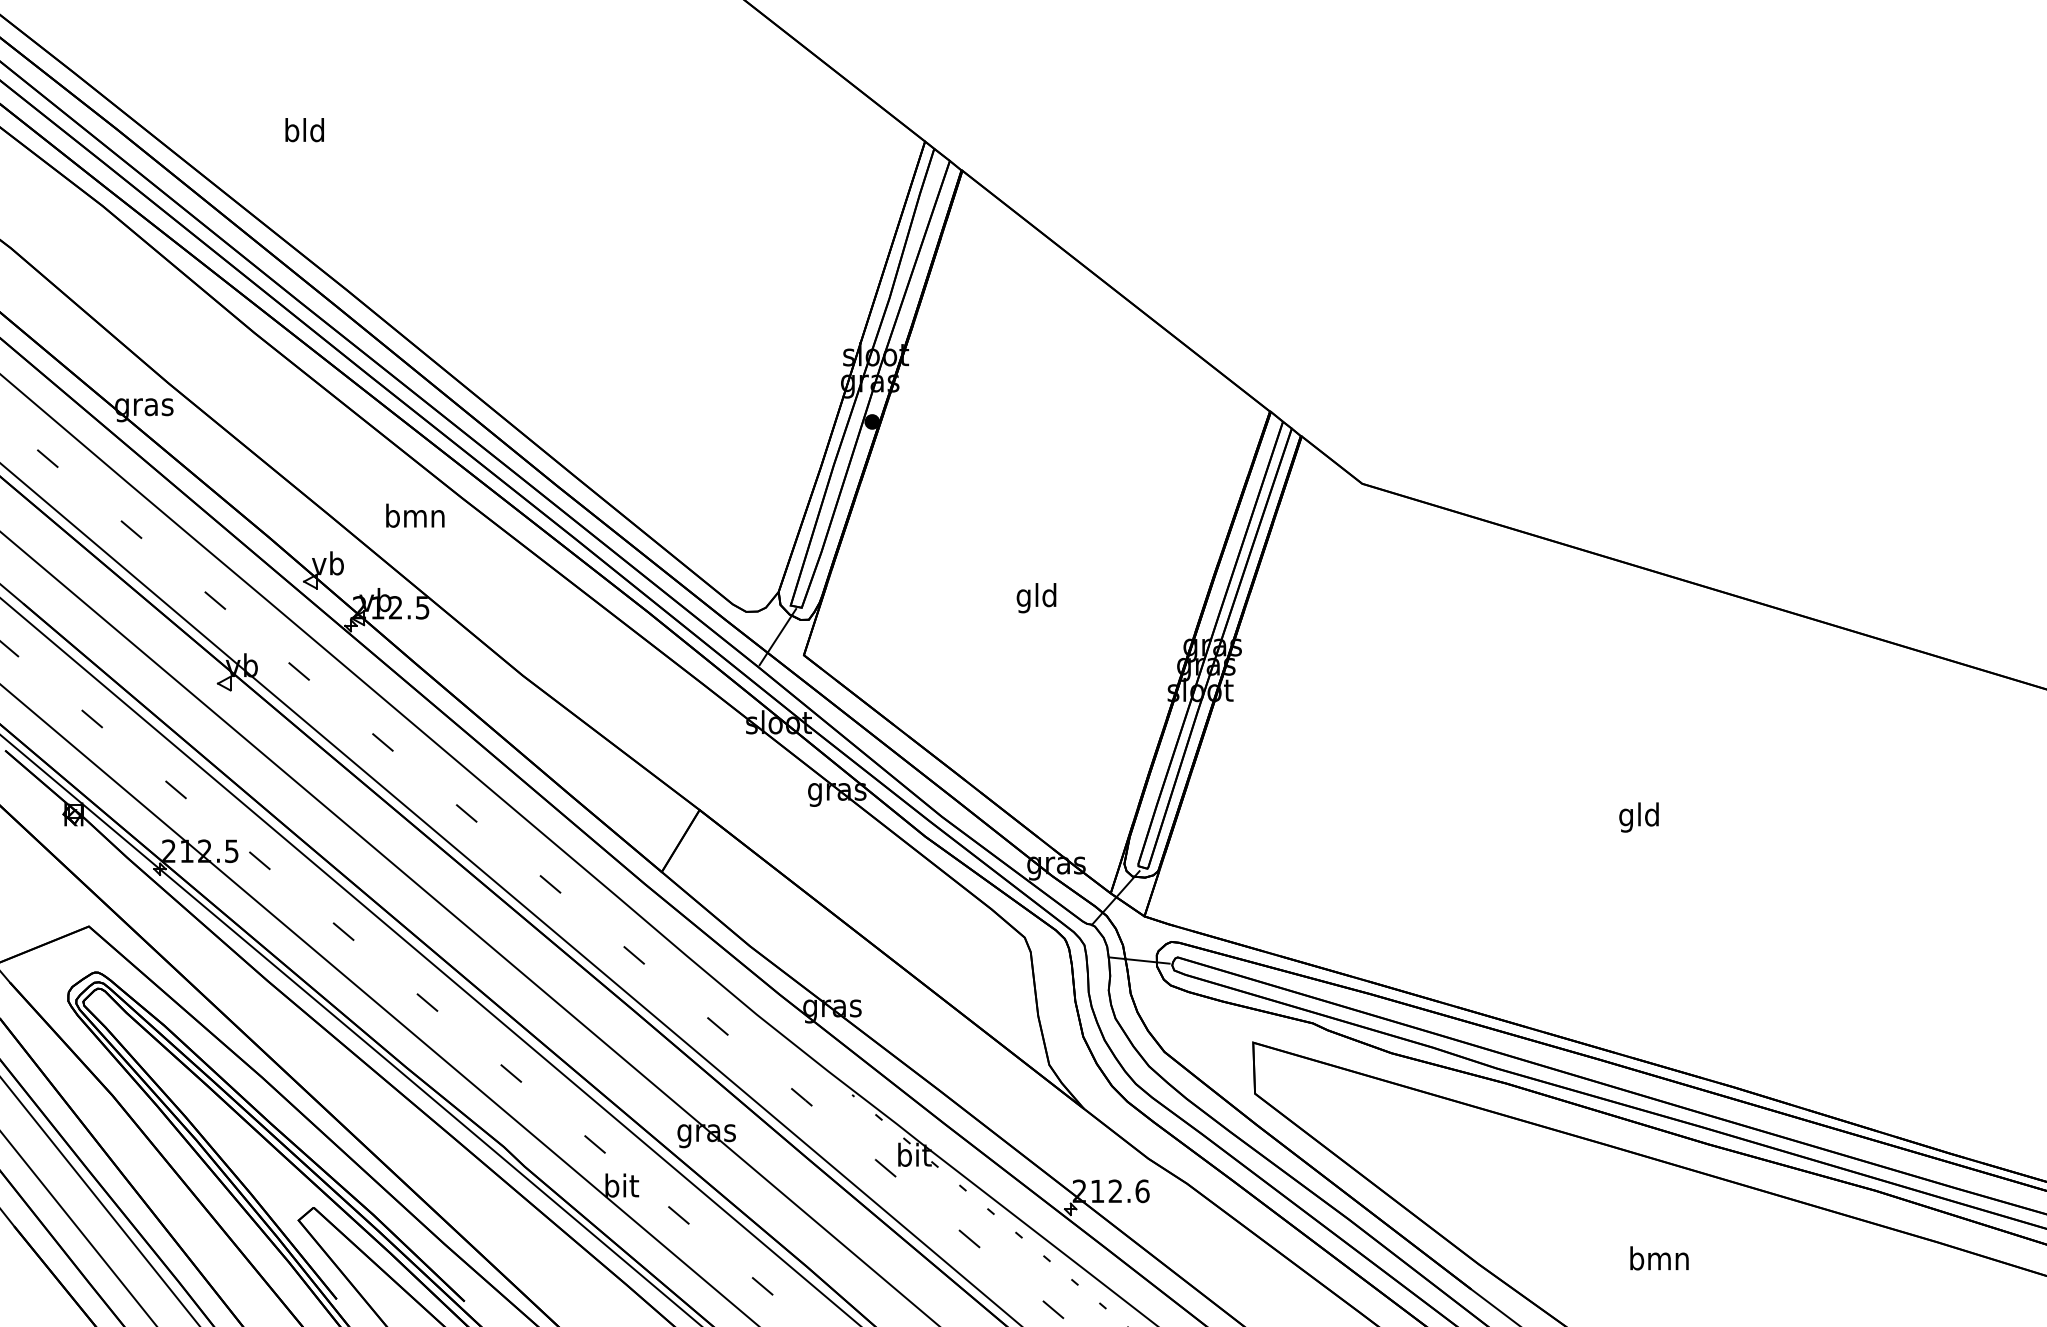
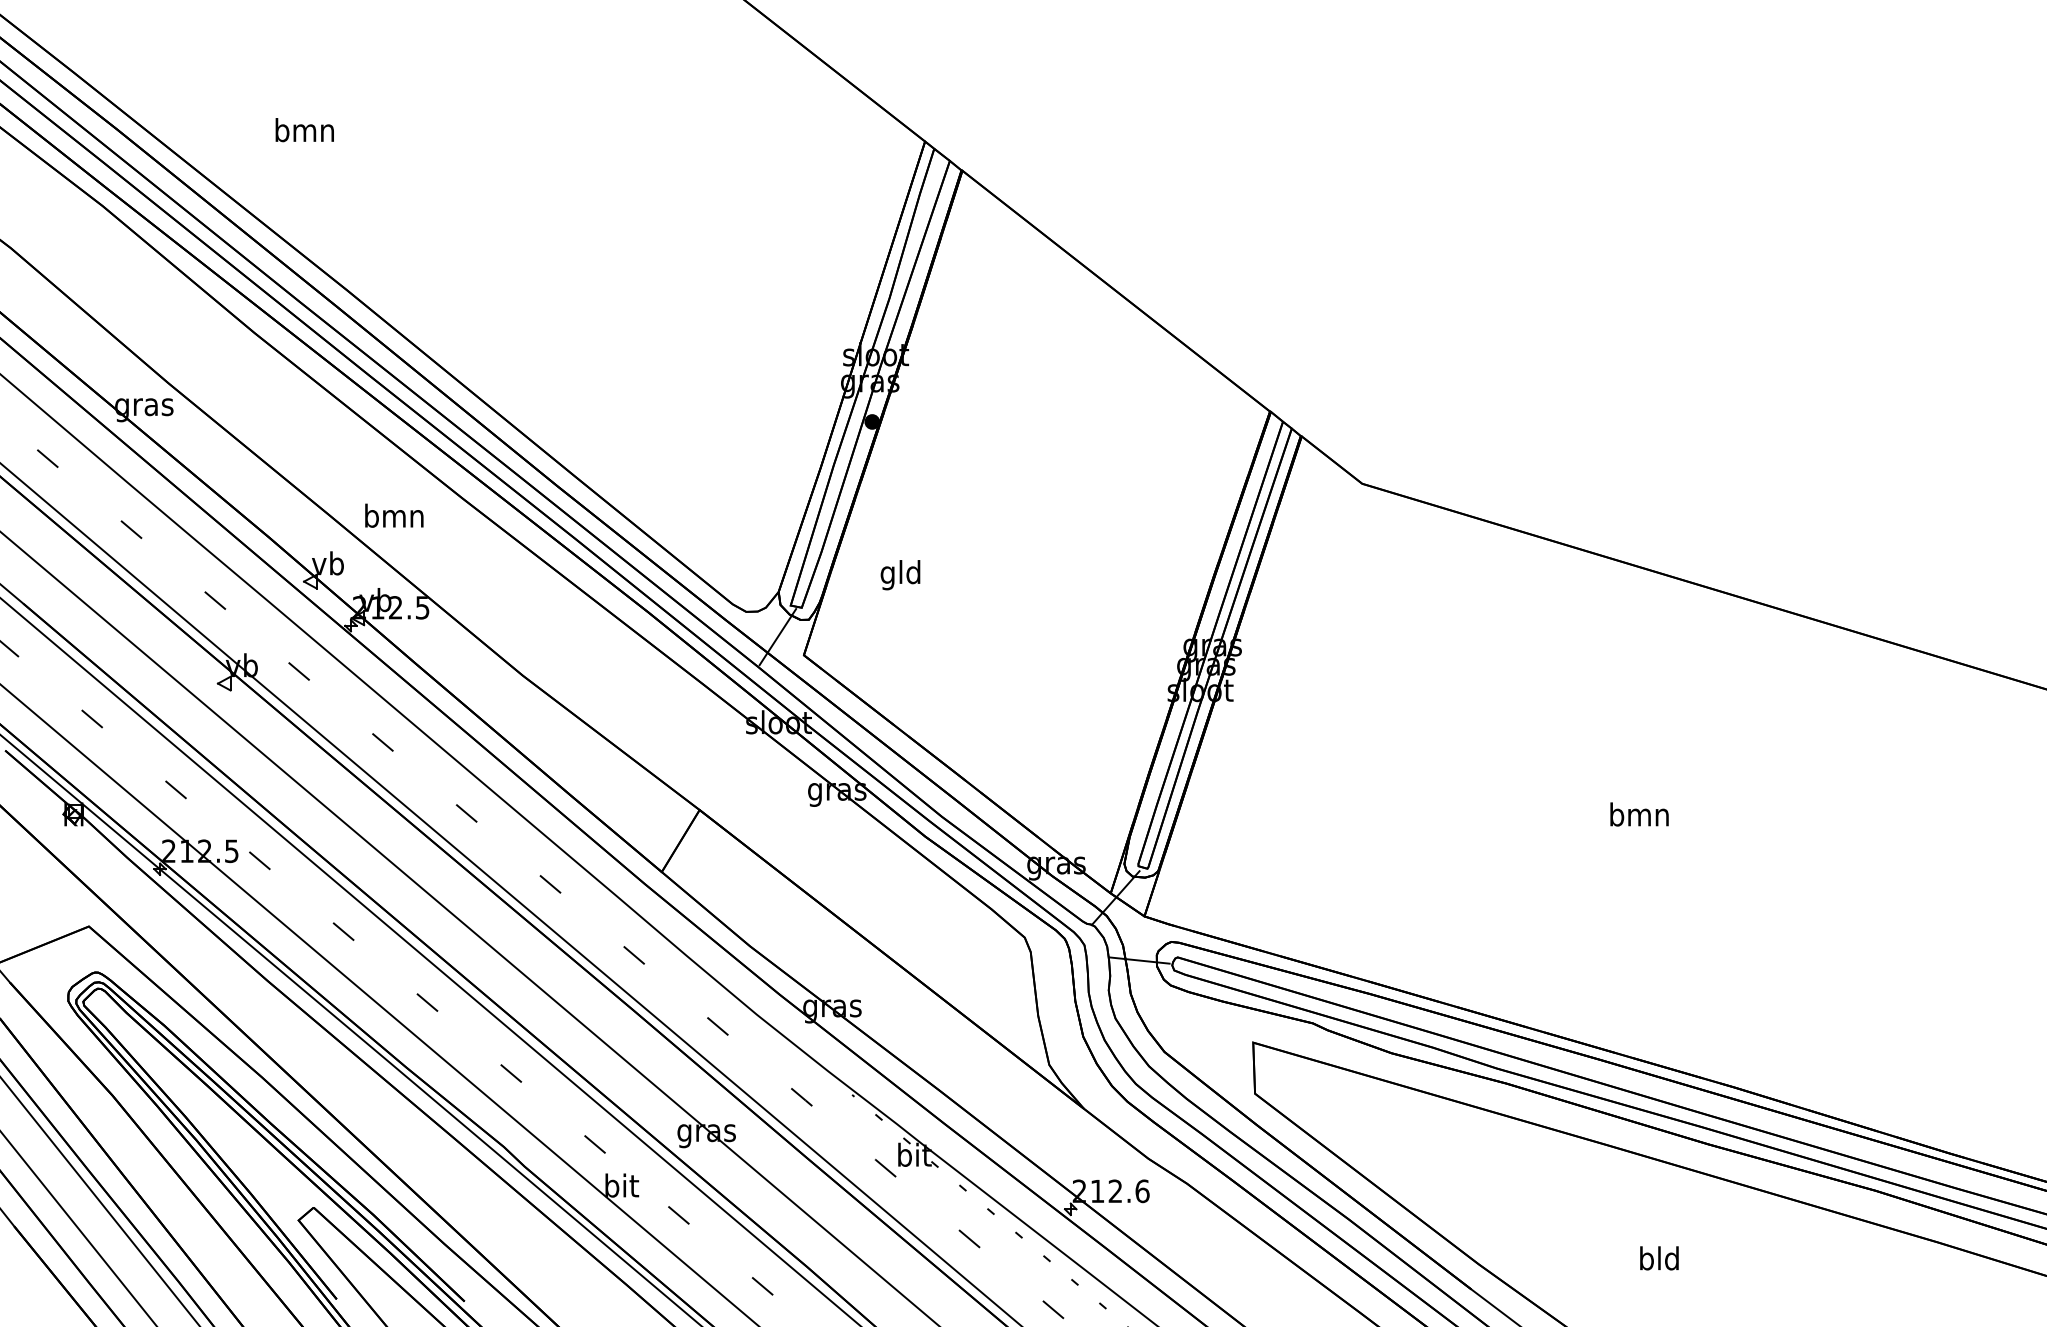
text at (304, 130): bld -> bmn
text at (415, 515) position: (415, 515) -> (394, 515)
text at (1036, 598) position: (1036, 598) -> (900, 575)
text at (1639, 817): gld -> bmn
text at (1659, 1258): bmn -> bld
